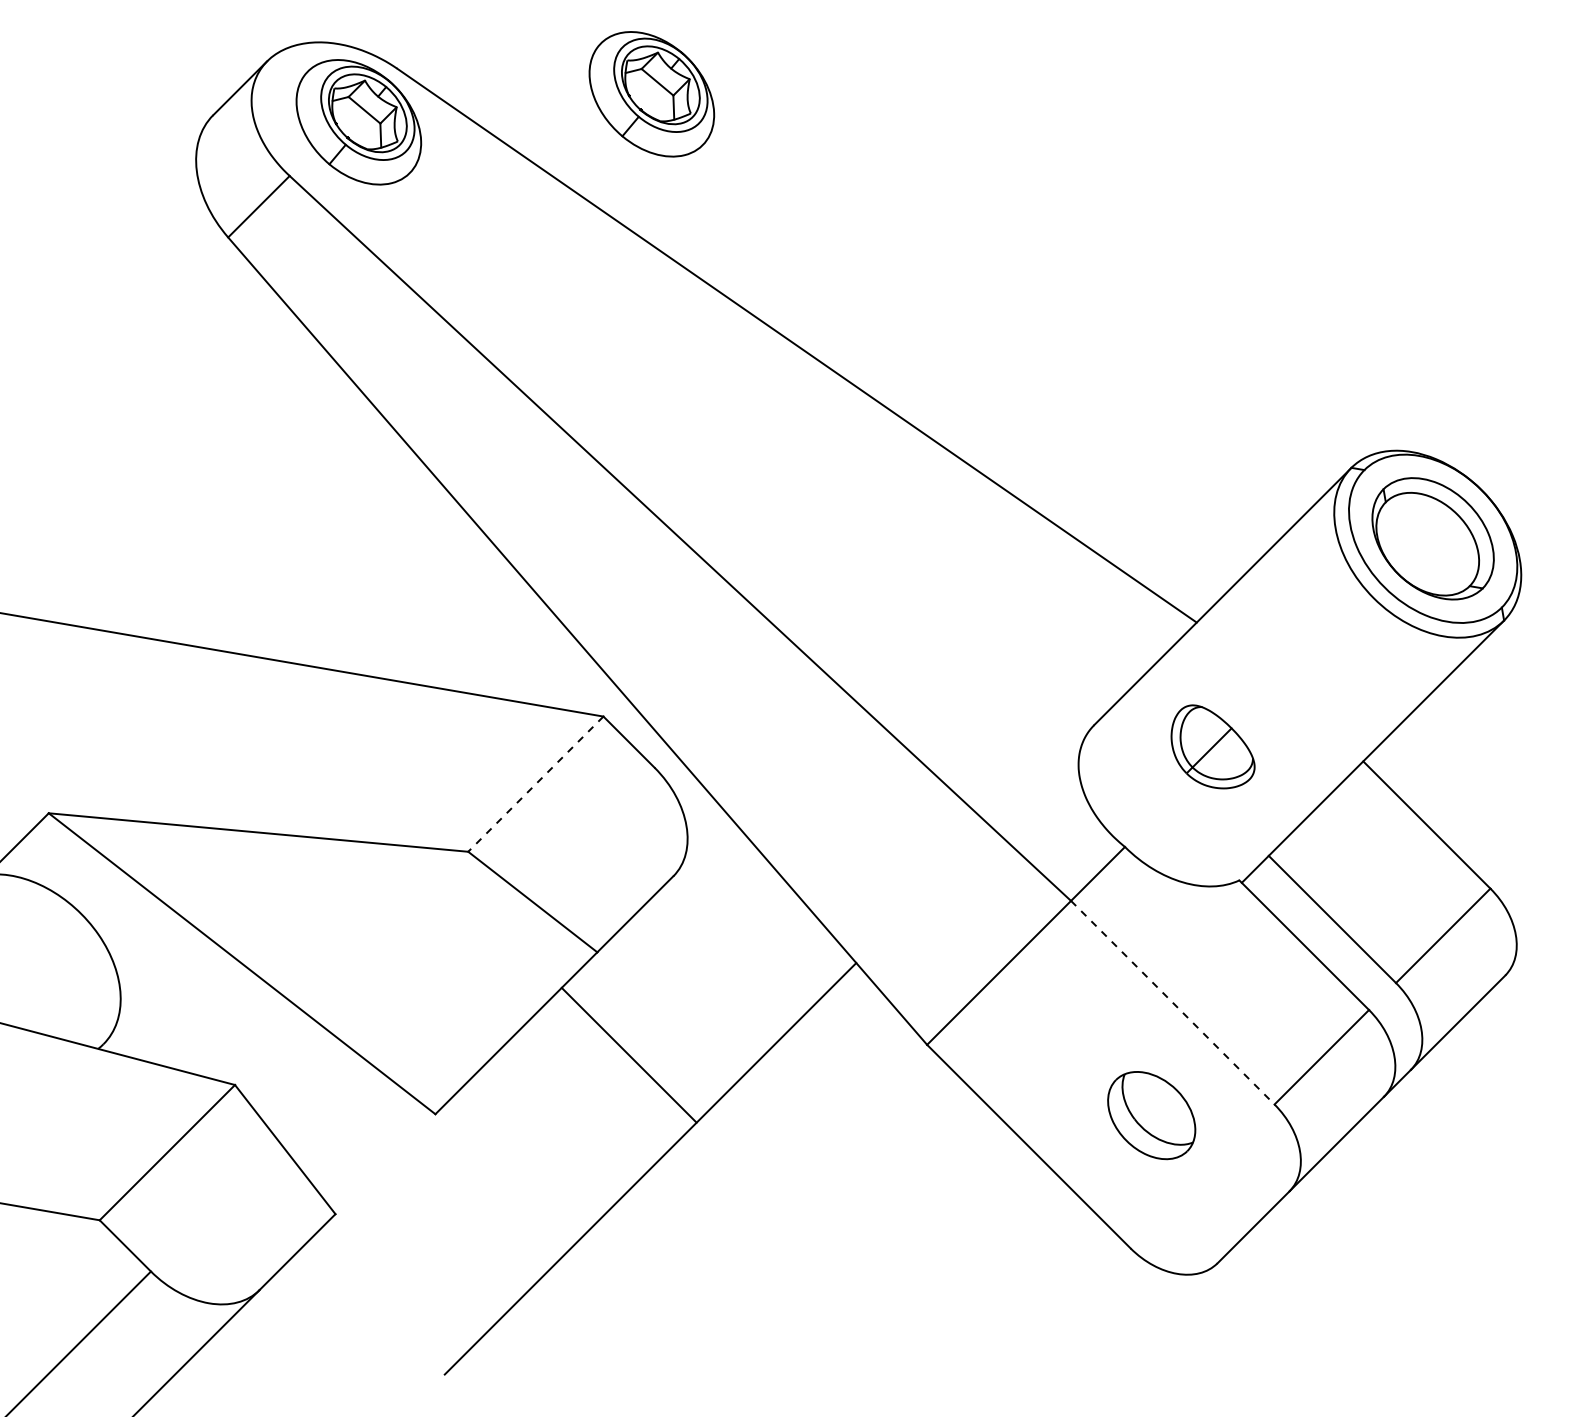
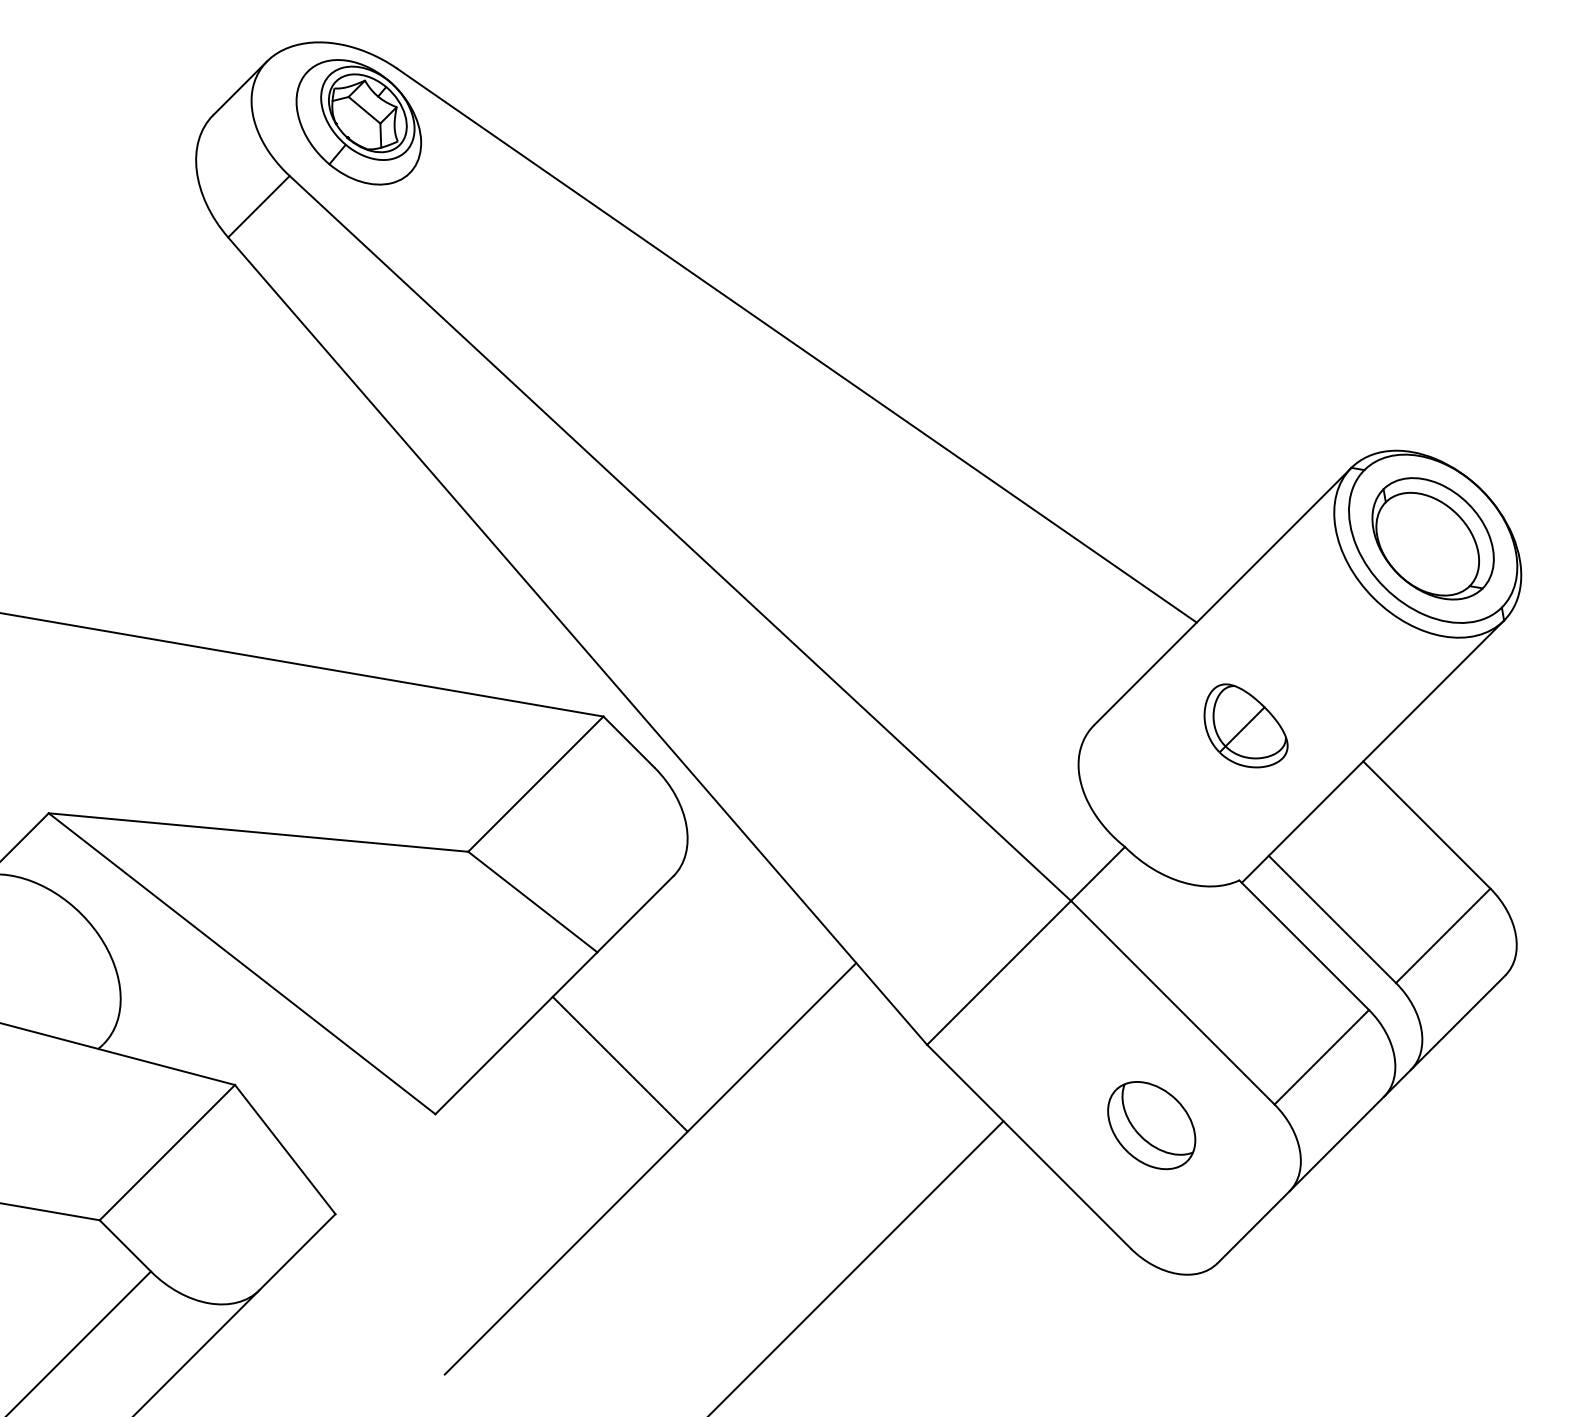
part at (651, 94): present -> none
part at (1212, 746) position: (1212, 746) -> (1245, 725)
line at (535, 784): dashed -> solid
line at (1172, 1002): dashed -> solid
line at (628, 1054) position: (628, 1054) -> (619, 1063)
part at (1151, 1115) position: (1151, 1115) -> (1151, 1125)
line at (857, 1267): none -> present
